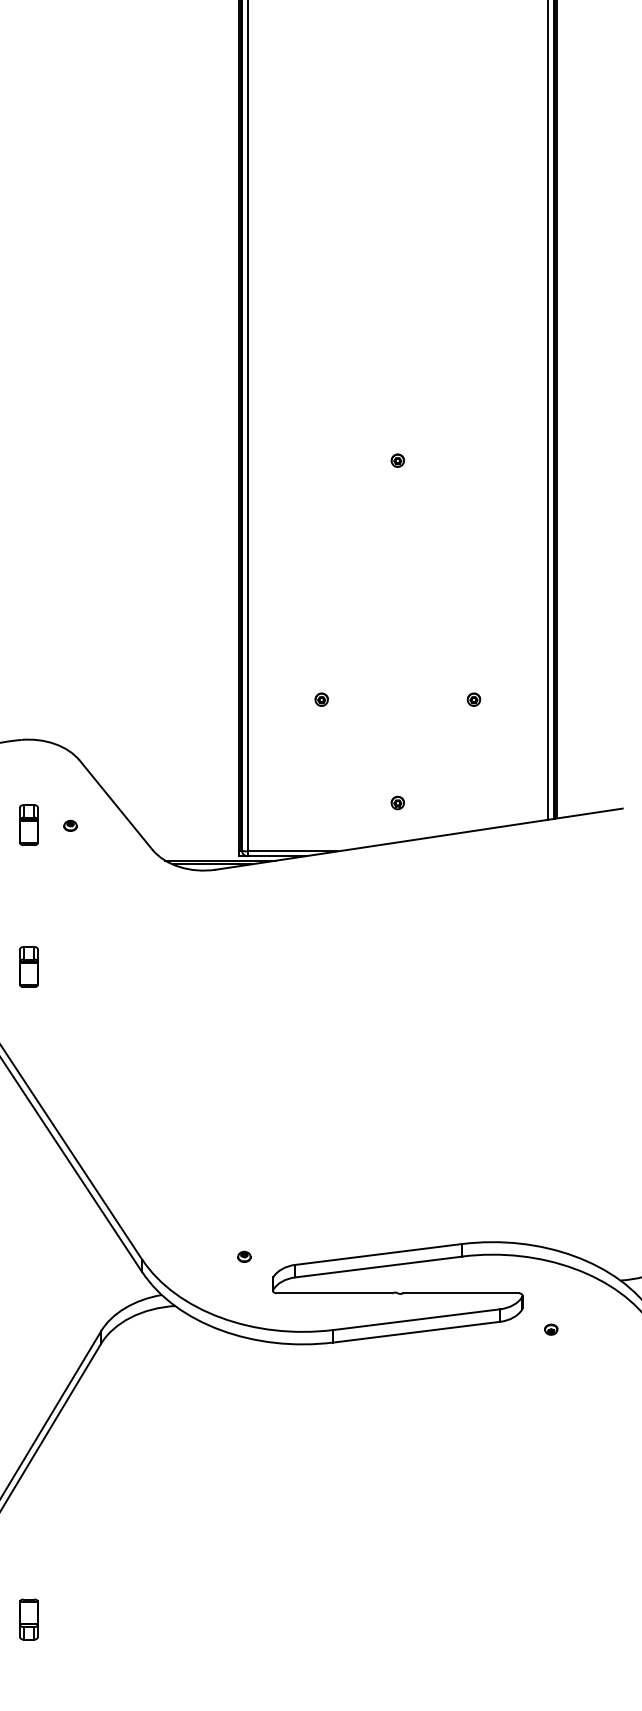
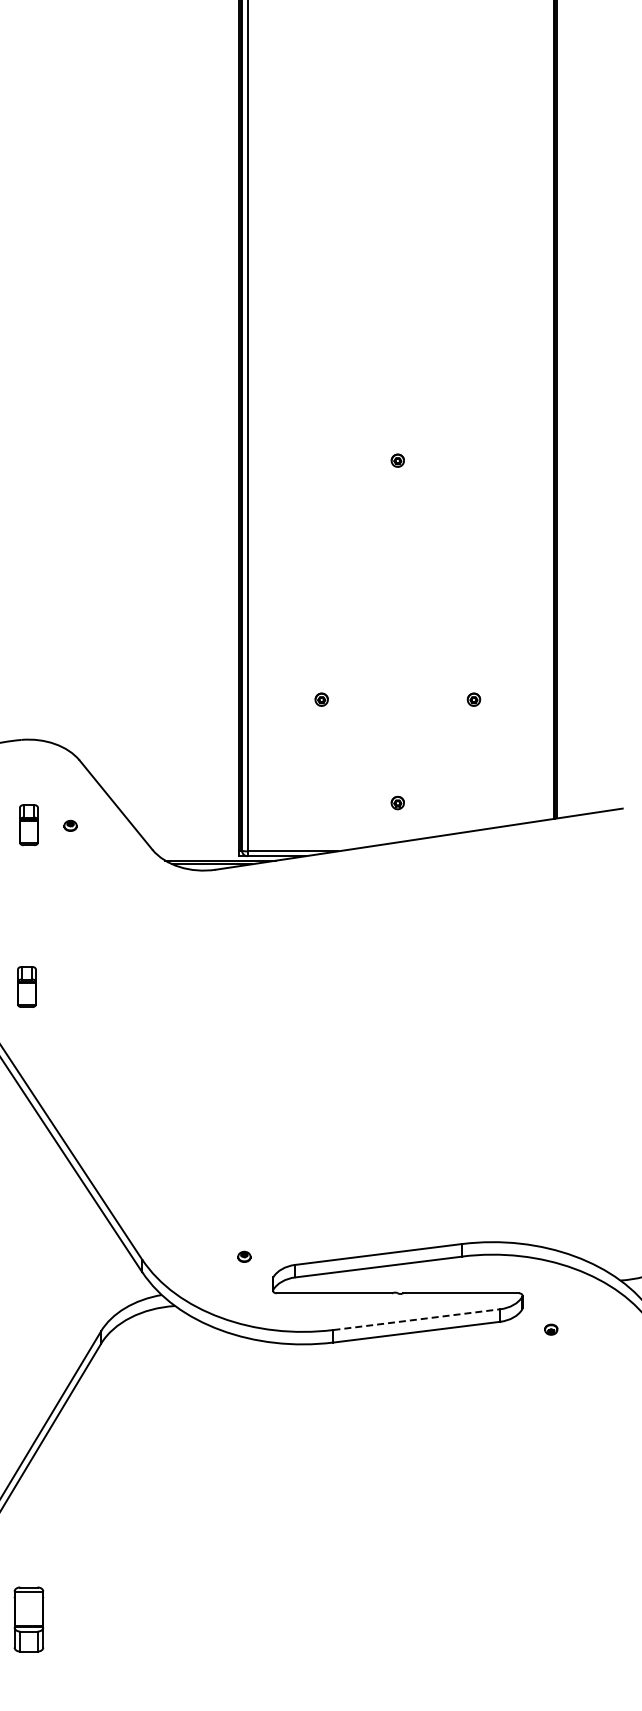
line at (548, 410): present -> none
part at (28, 966) position: (28, 966) -> (26, 986)
line at (417, 1319): solid -> dashed
part at (28, 1619) size: 20x43 px -> 32x67 px
